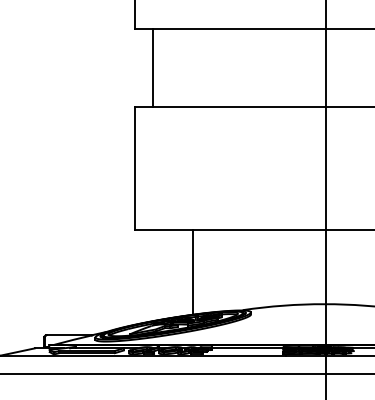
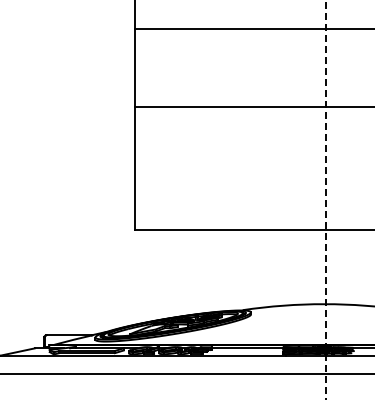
line at (152, 67) position: (152, 67) -> (134, 67)
line at (326, 199): solid -> dashed
line at (193, 272): present -> none
